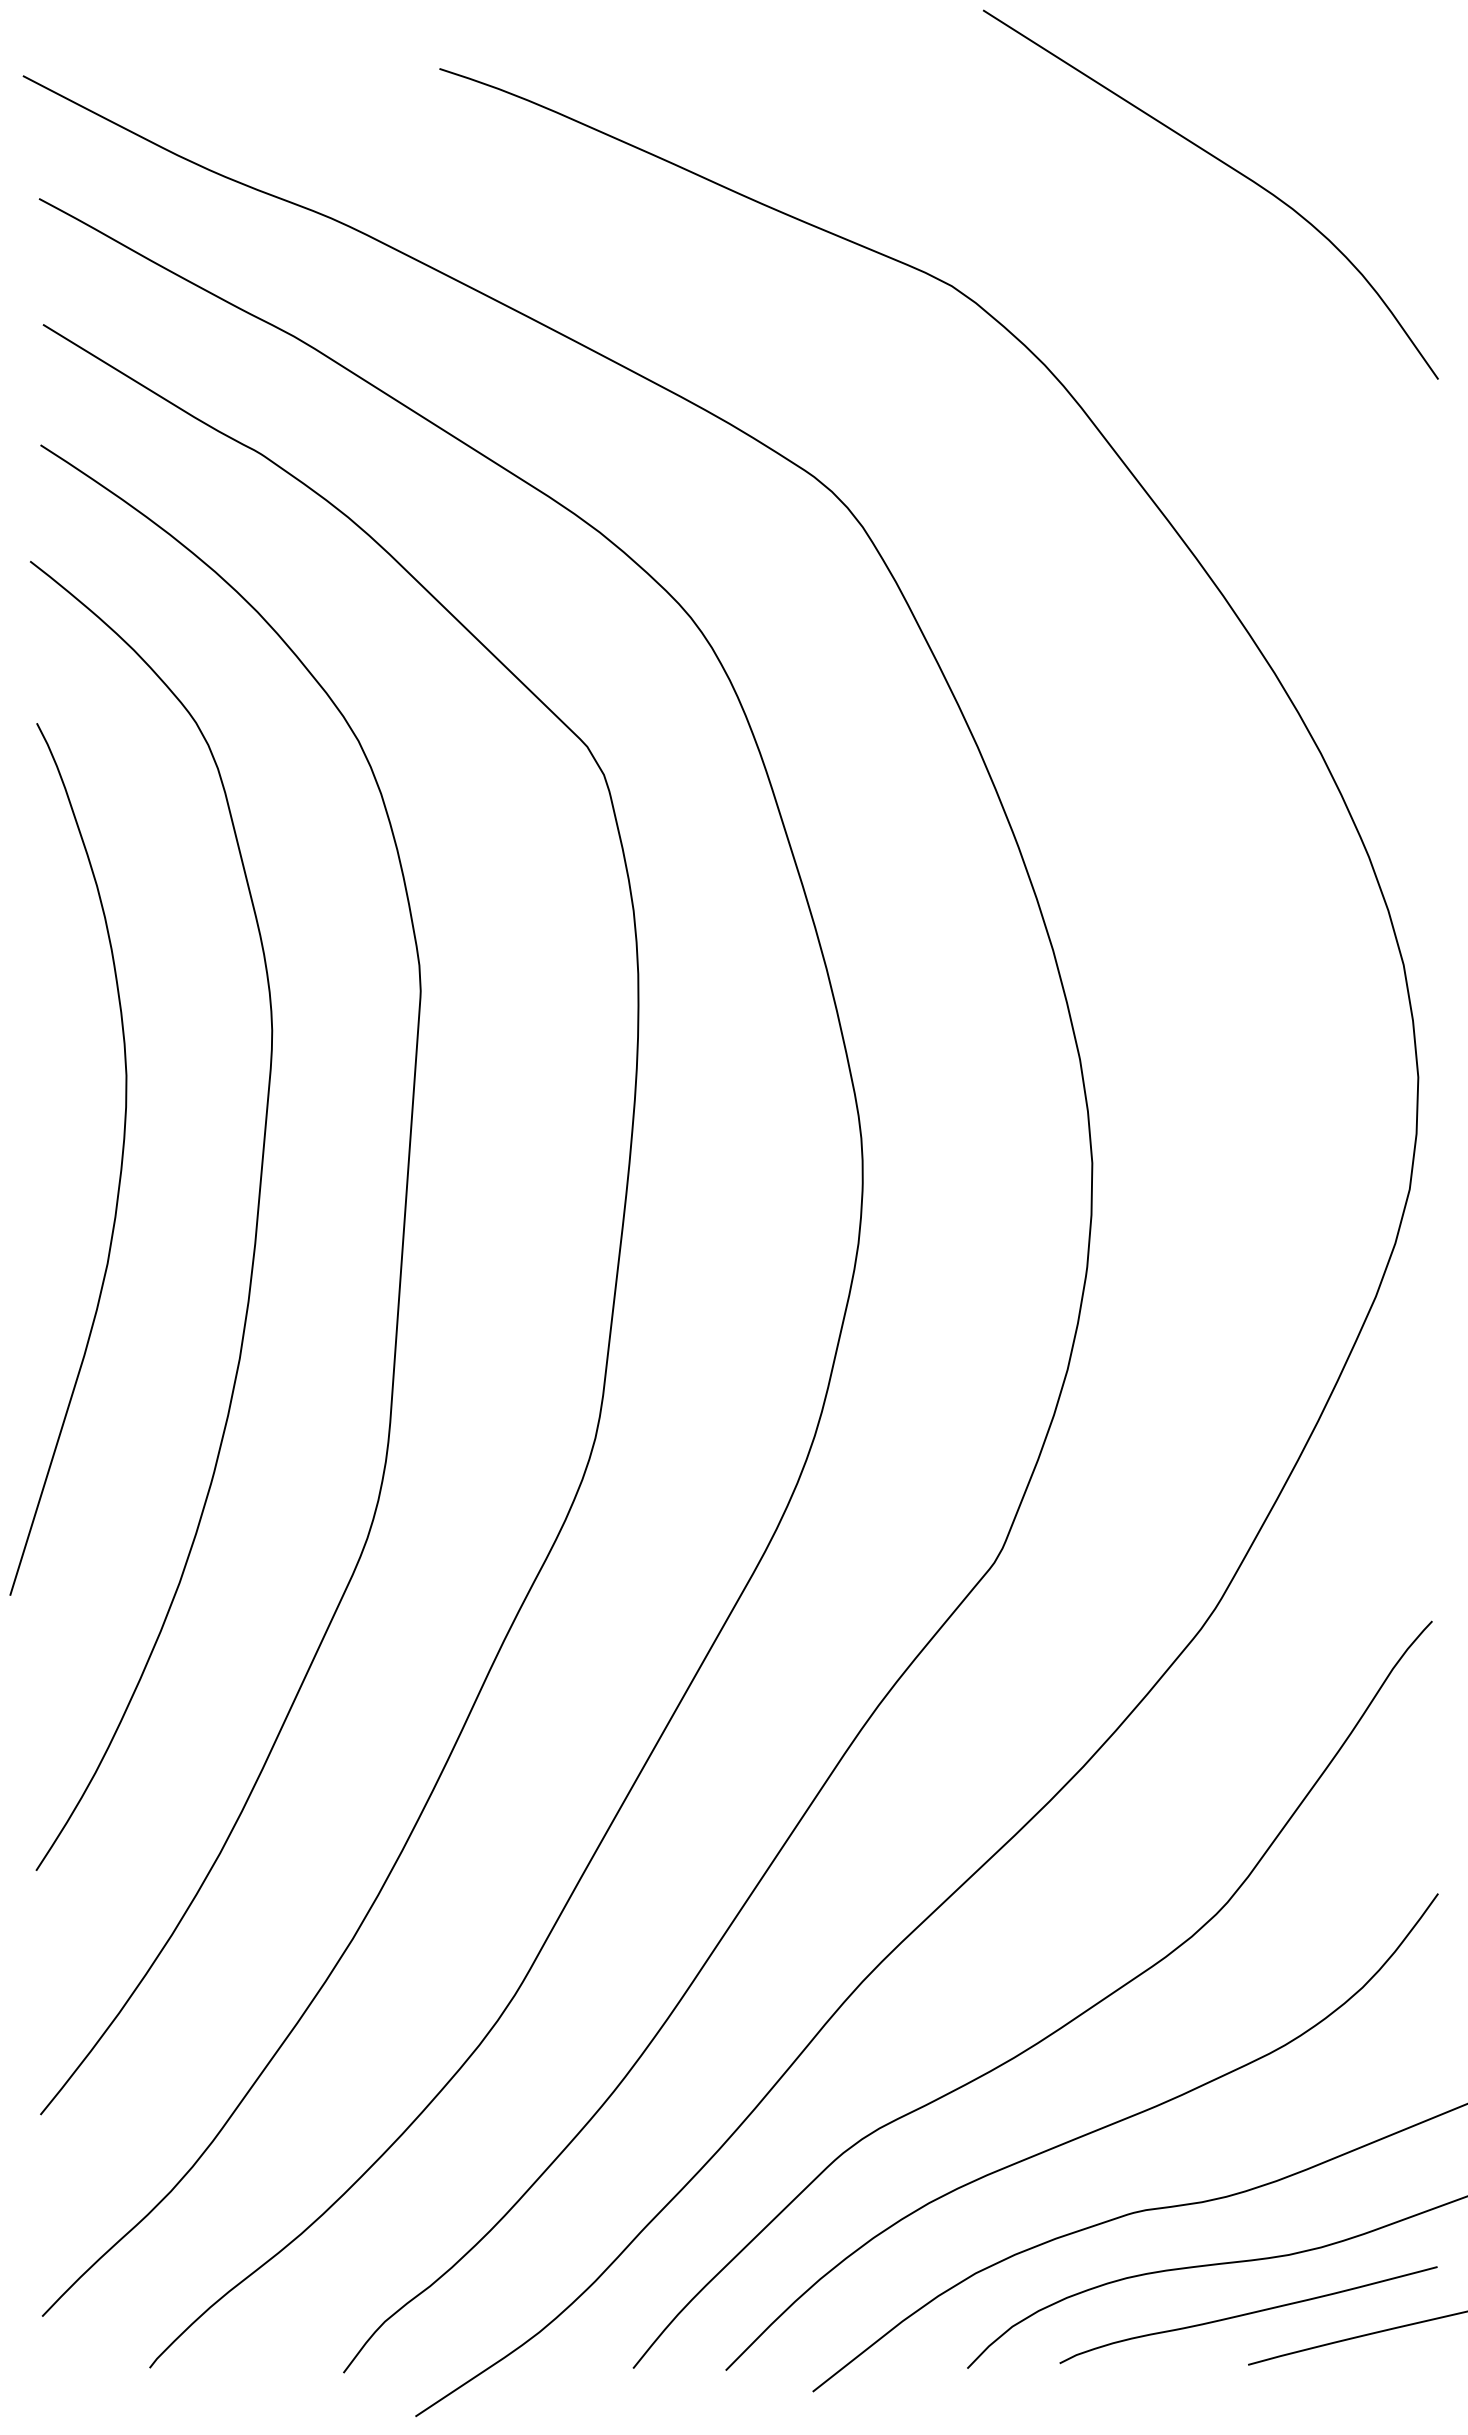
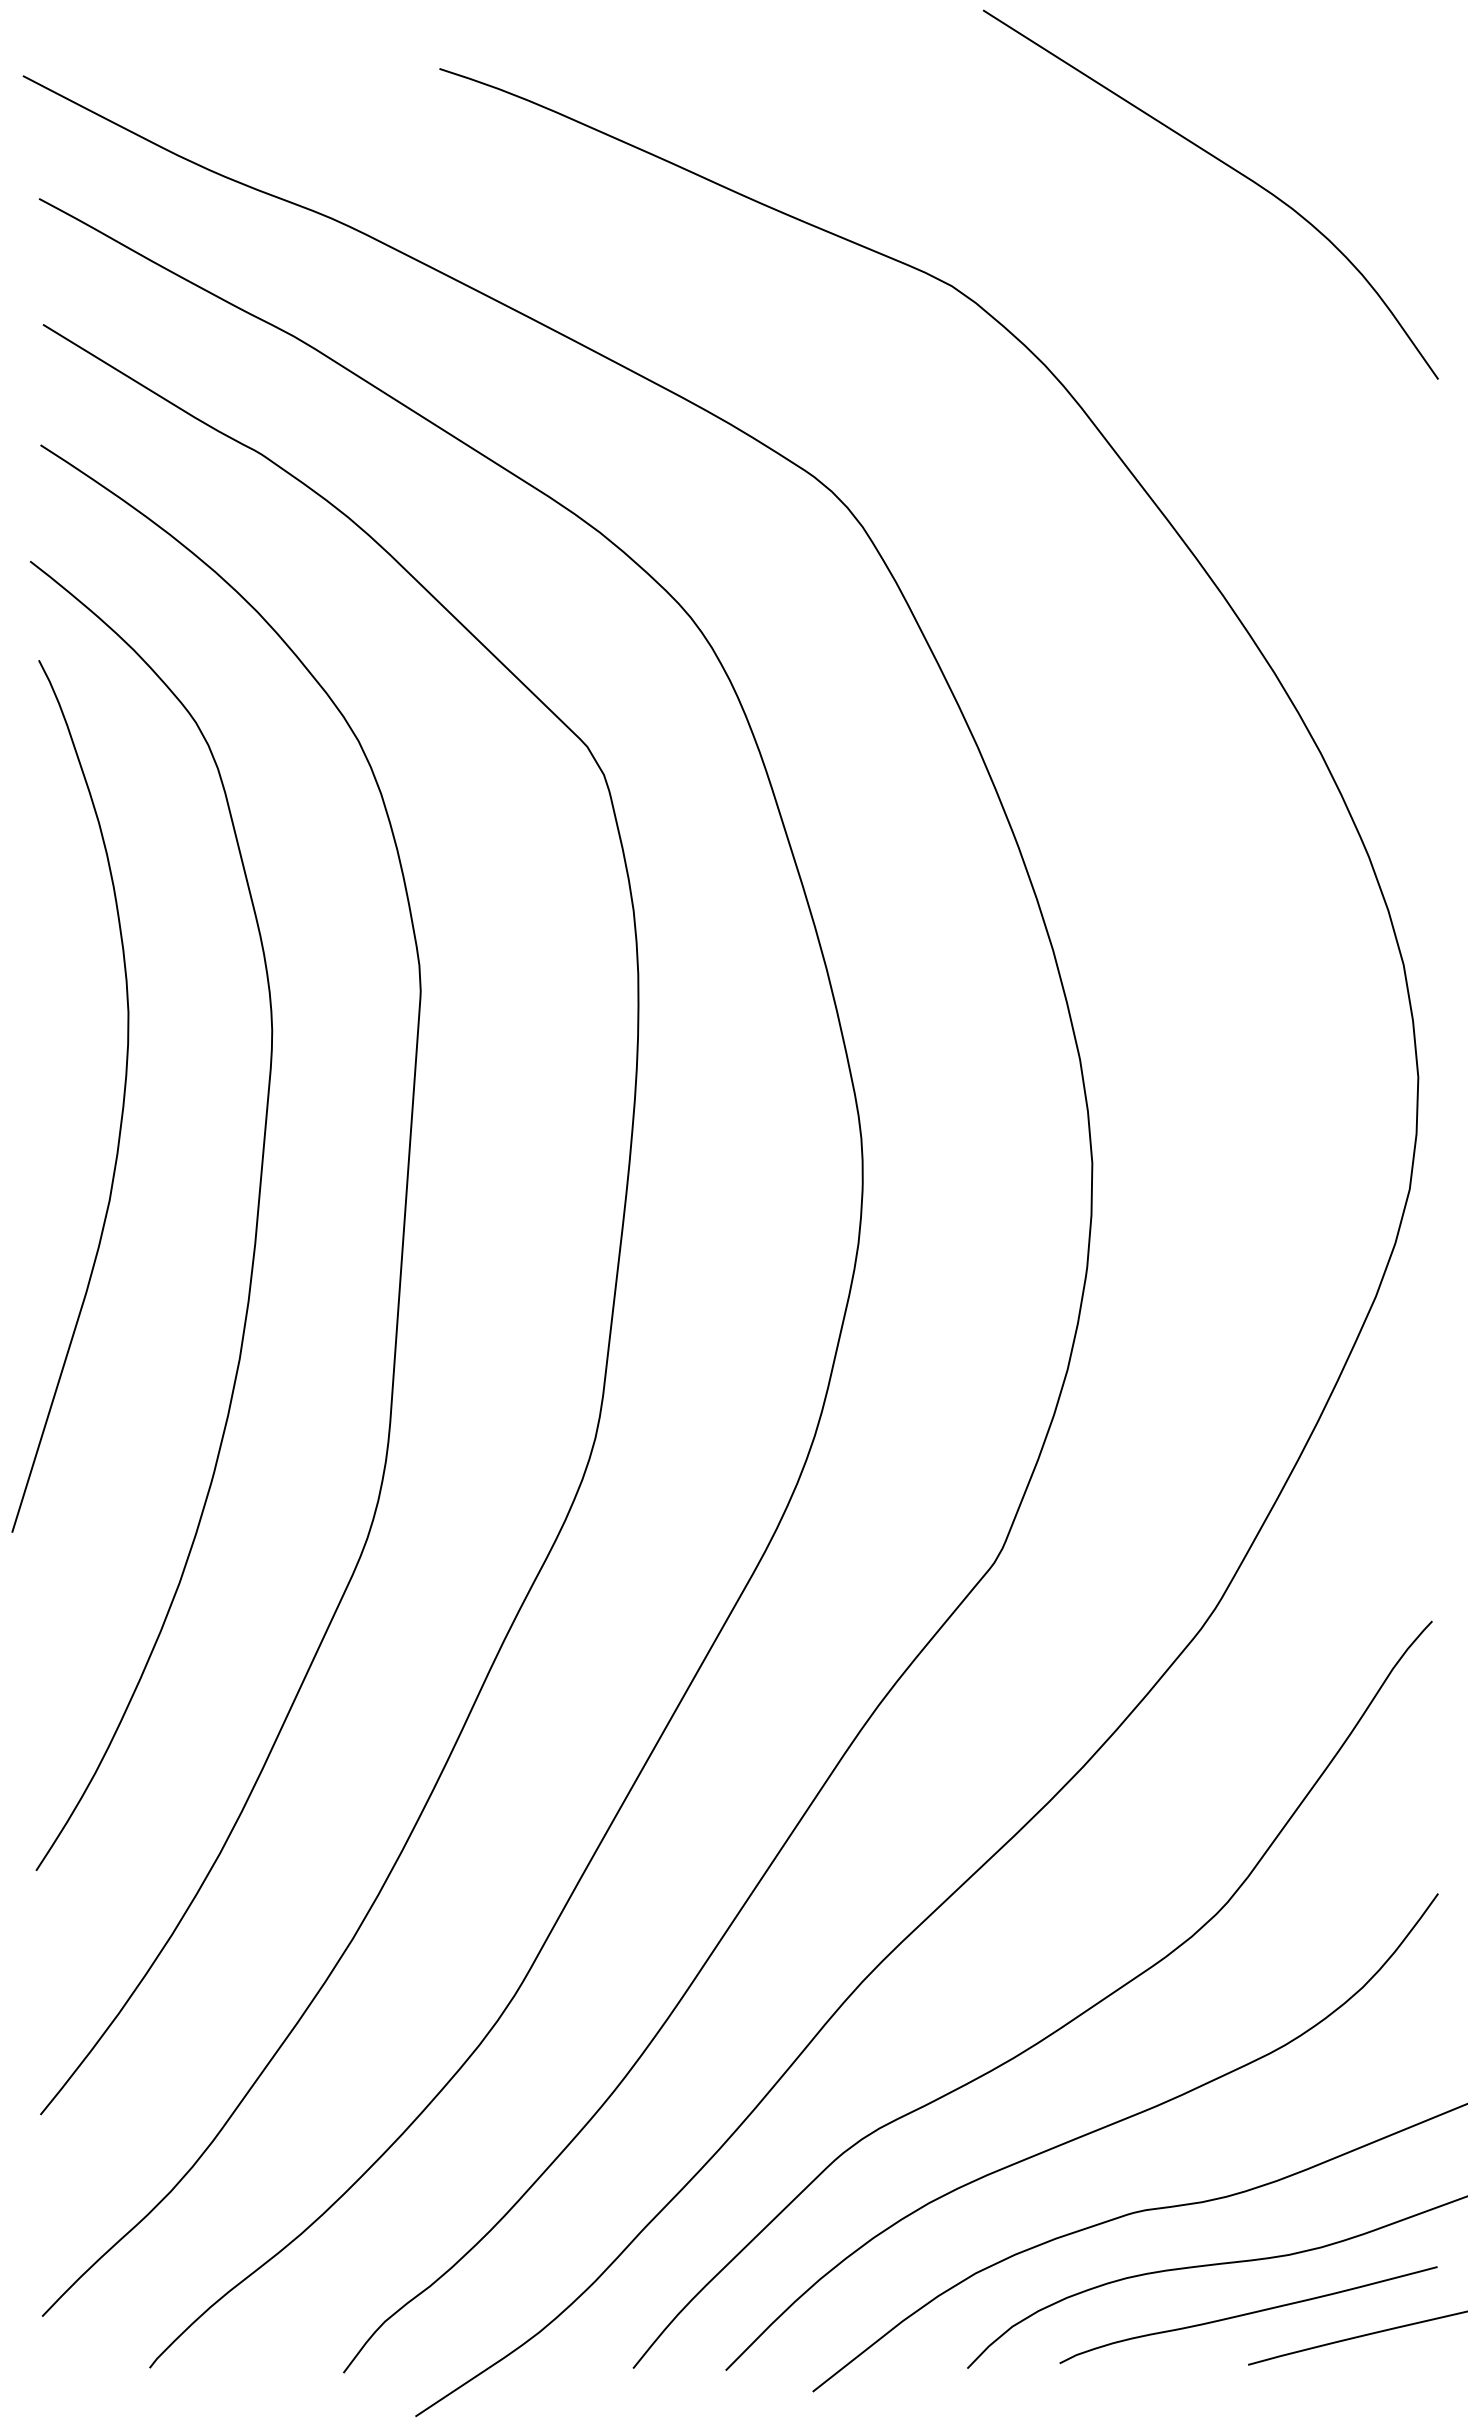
curve at (120, 1165) position: (120, 1165) -> (122, 1102)
